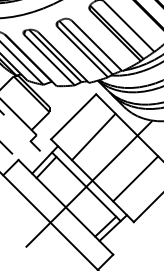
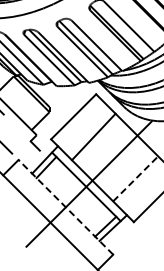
line at (135, 178): solid -> dashed
line at (65, 207): solid -> dashed
